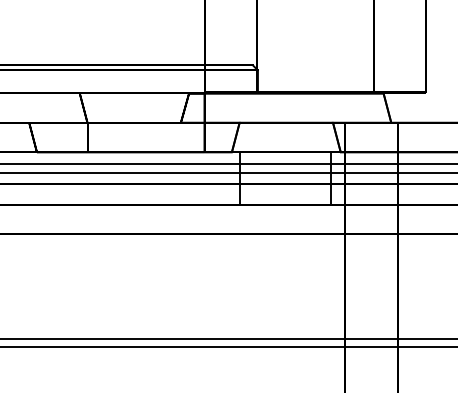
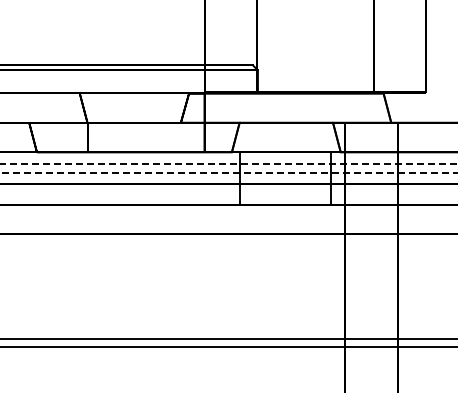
line at (228, 163): solid -> dashed
line at (228, 172): solid -> dashed
